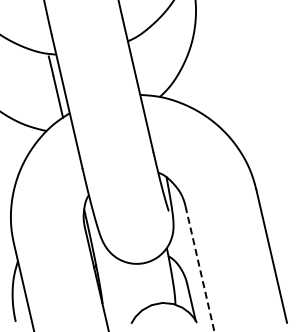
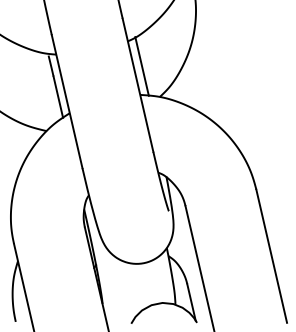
line at (141, 66): none -> present
line at (200, 269): dashed -> solid
